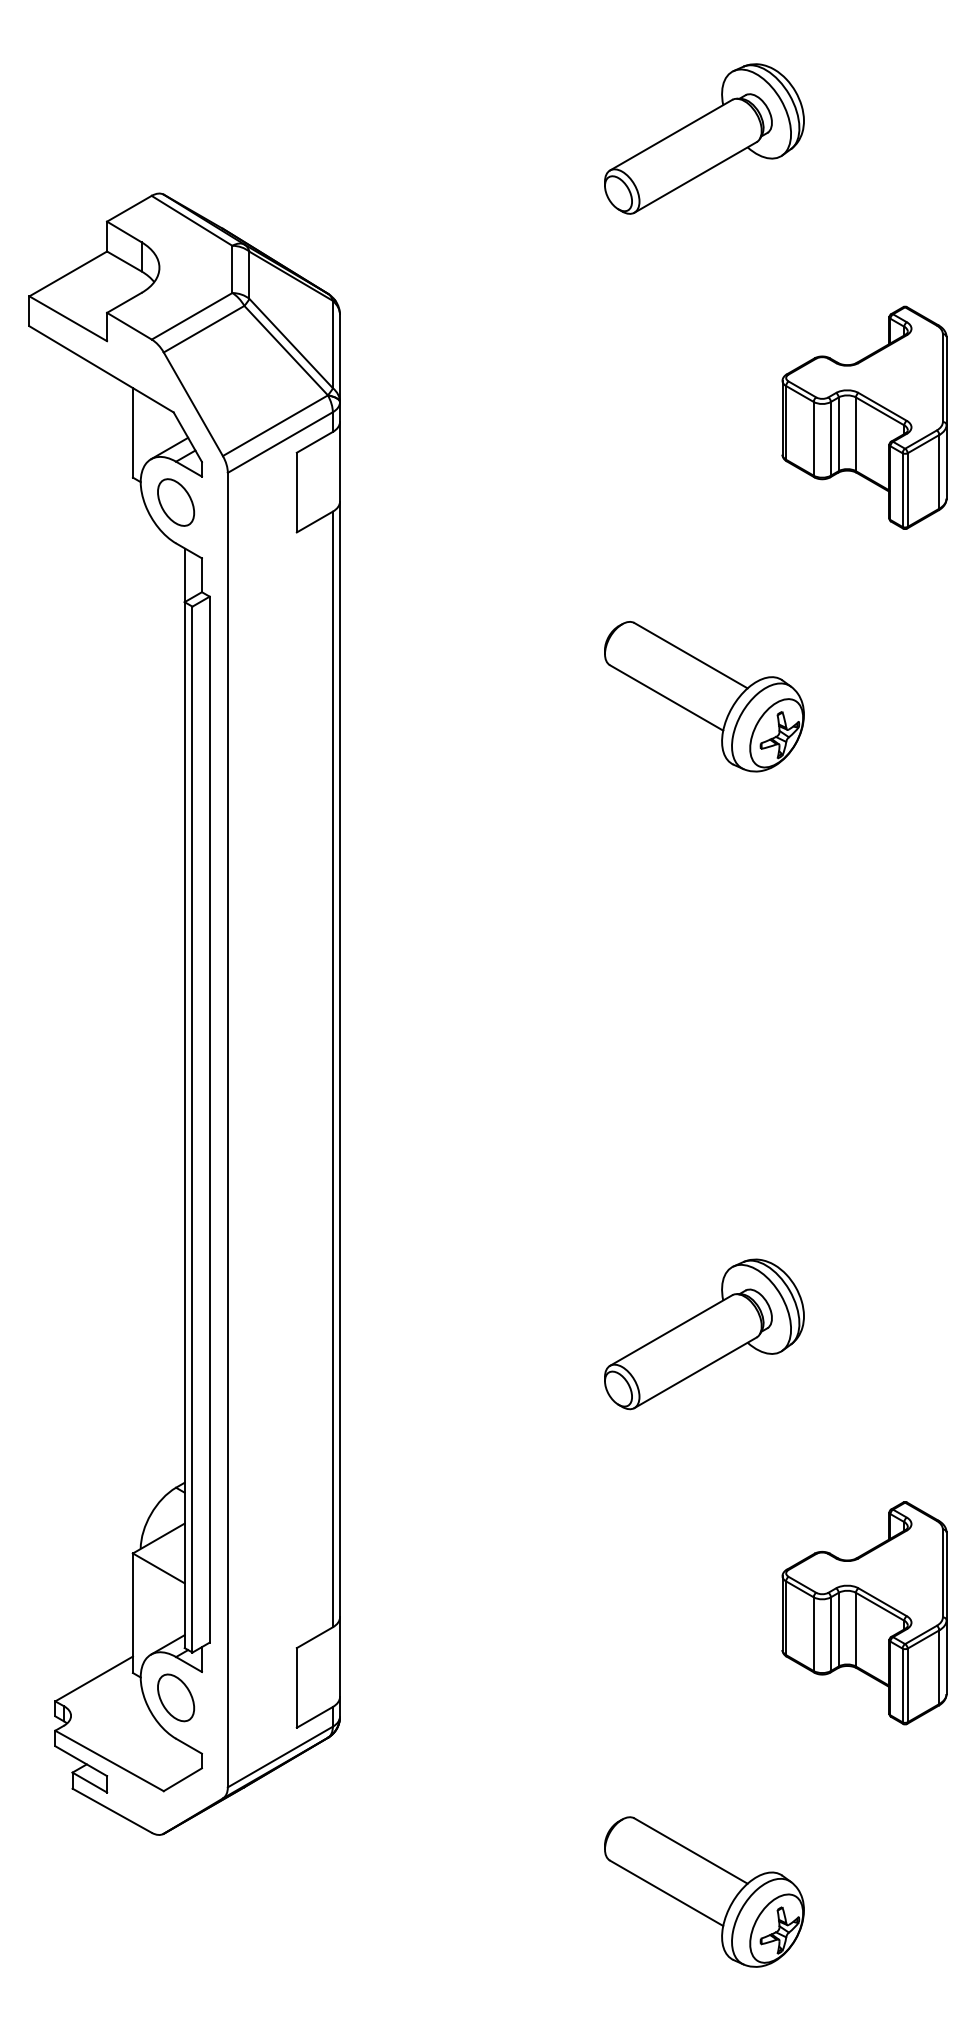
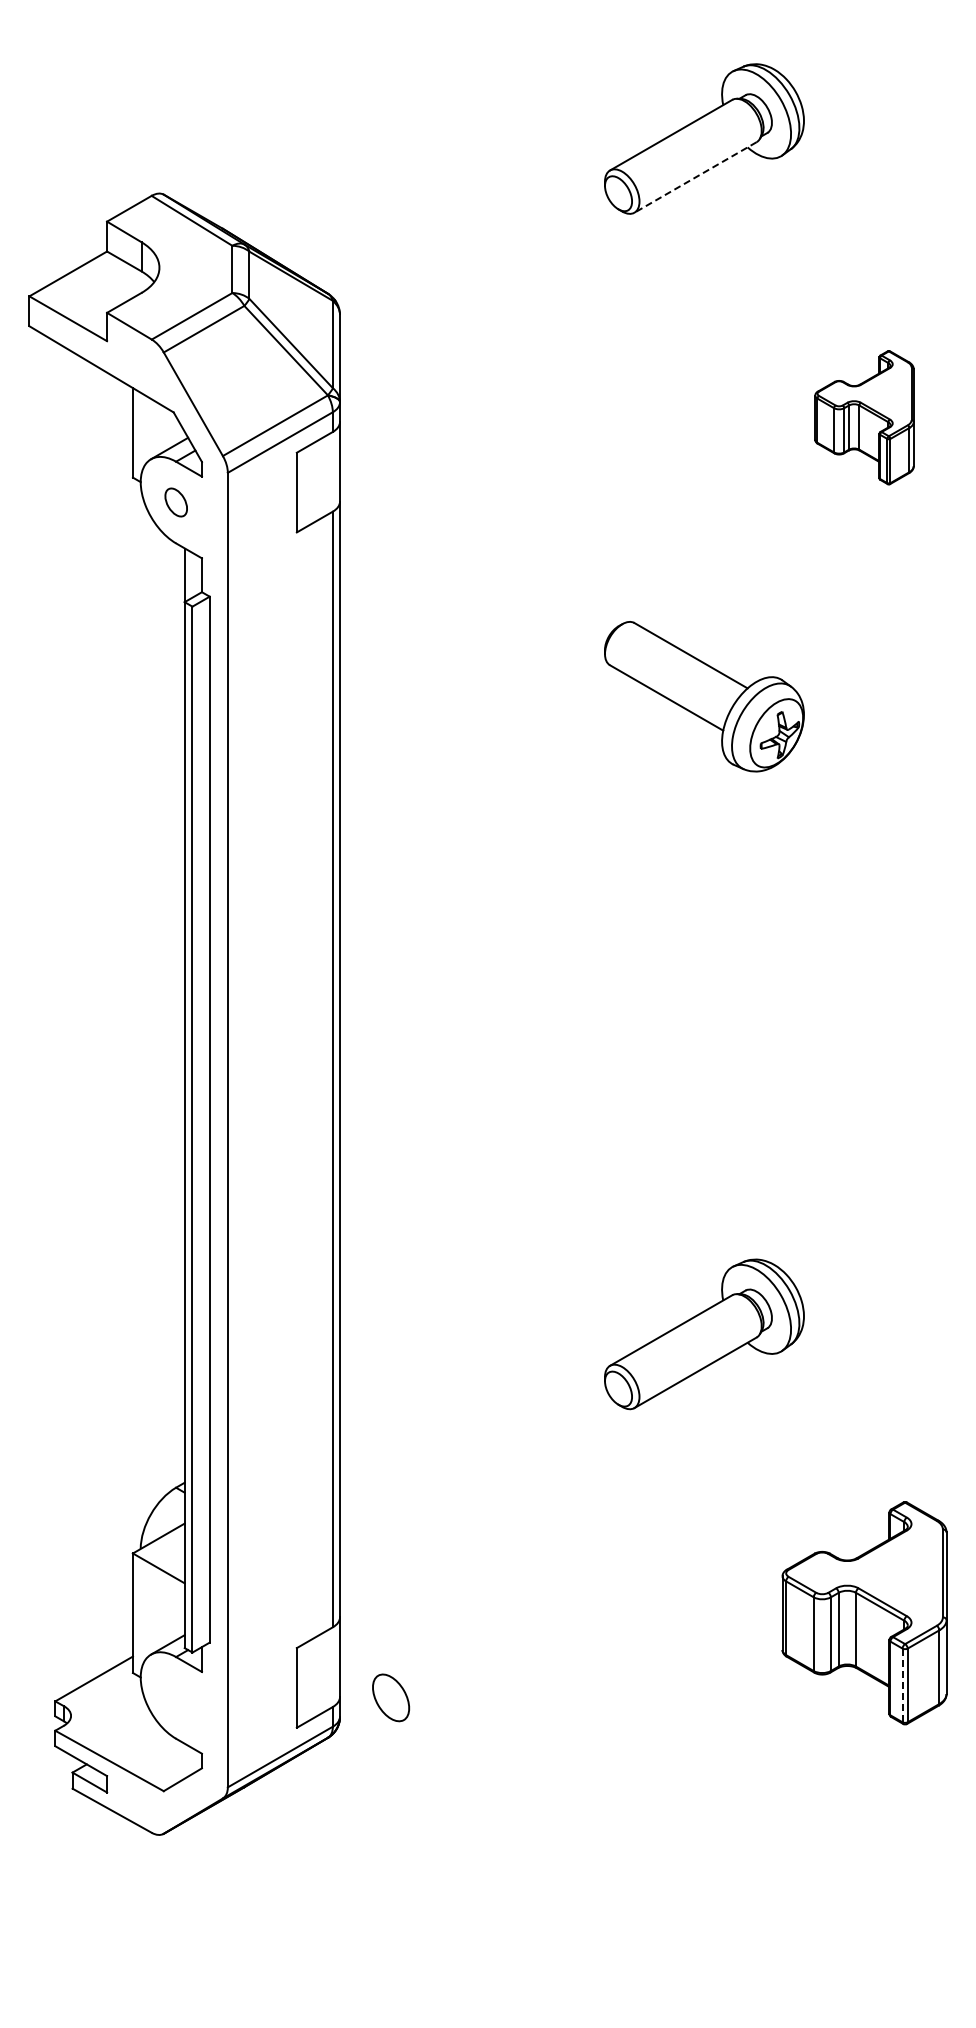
line at (695, 177): solid -> dashed
part at (864, 417) size: 167x225 px -> 101x136 px
part at (176, 502) size: 39x49 px -> 24x31 px
line at (902, 1685): solid -> dashed
part at (176, 1697) position: (176, 1697) -> (391, 1697)
part at (704, 1891): present -> none
